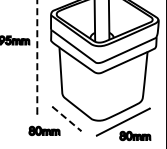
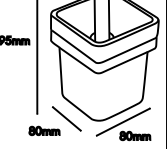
line at (37, 57): dashed -> solid
line at (66, 118): dashed -> solid
